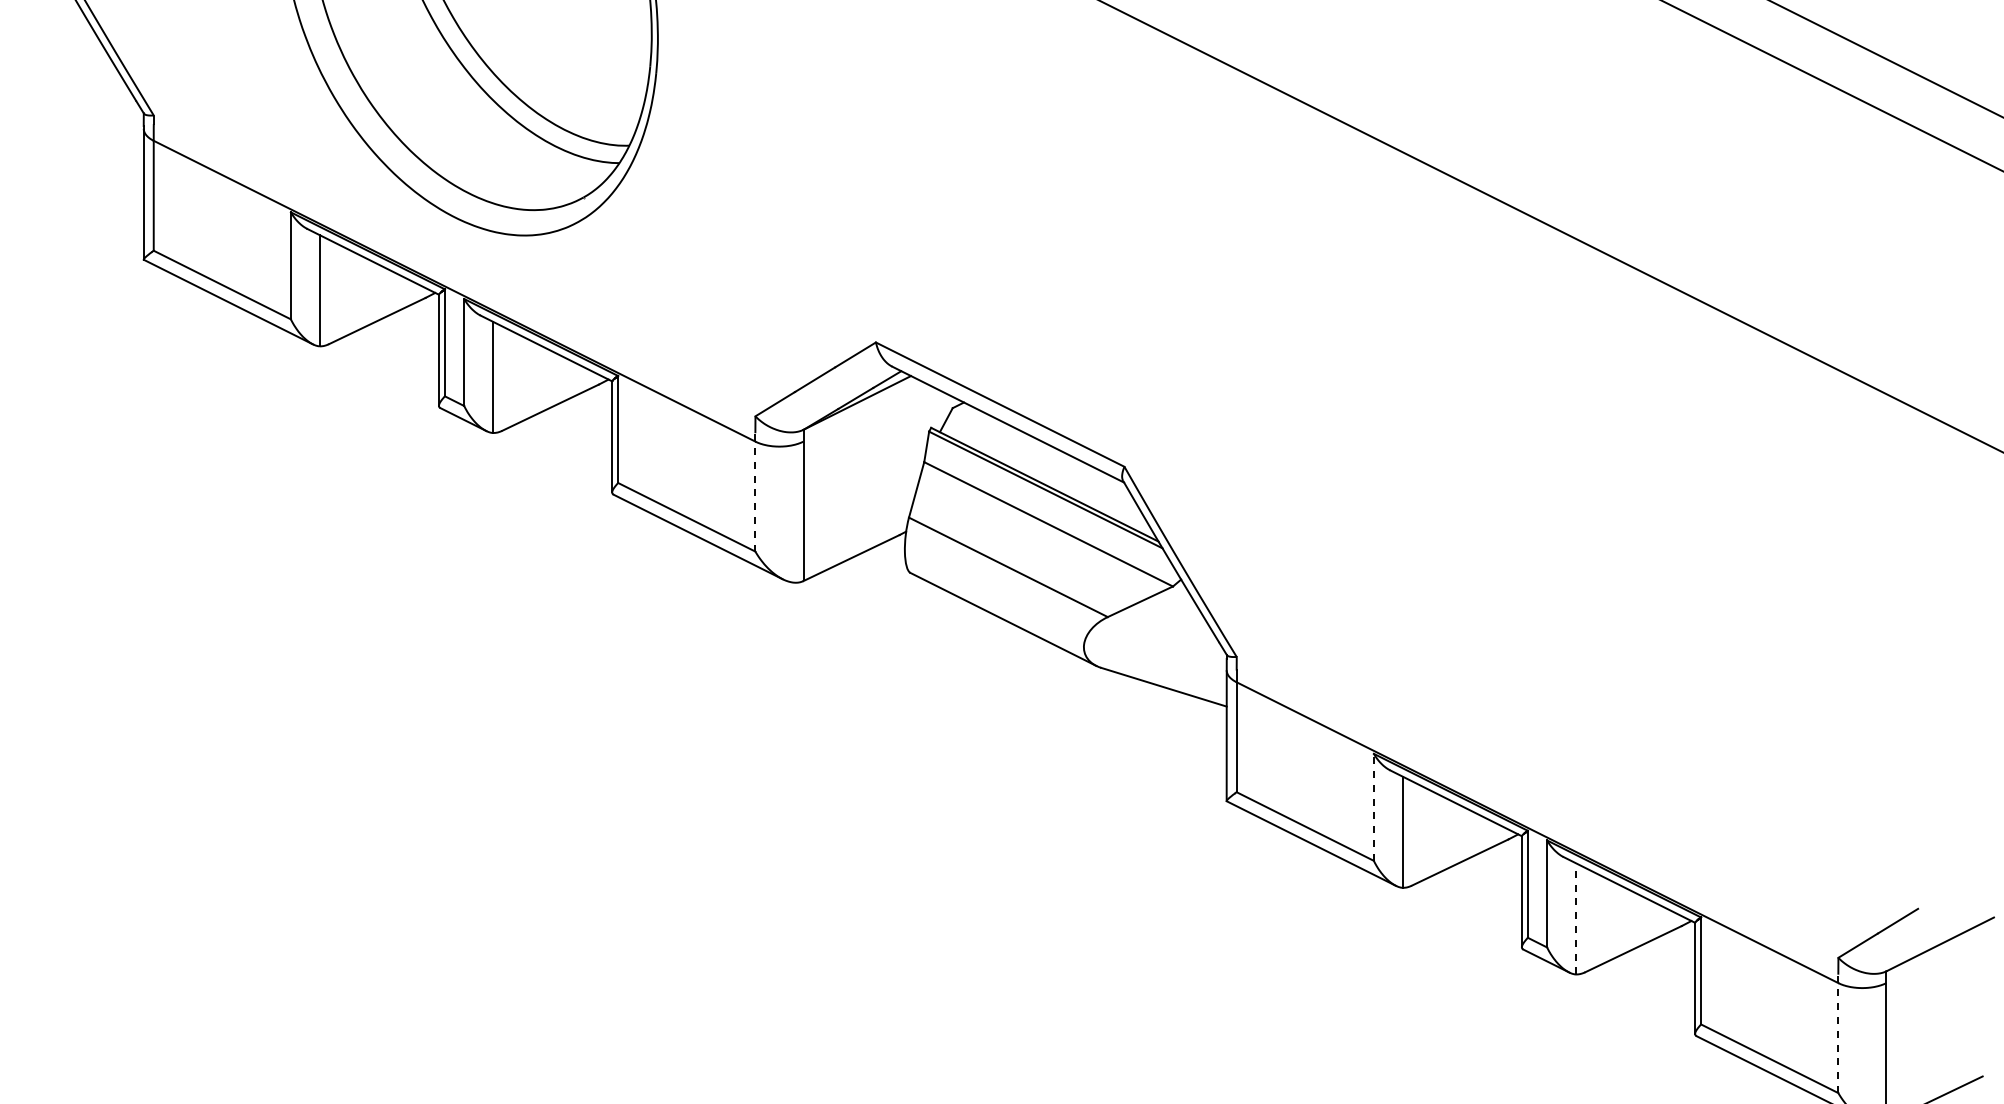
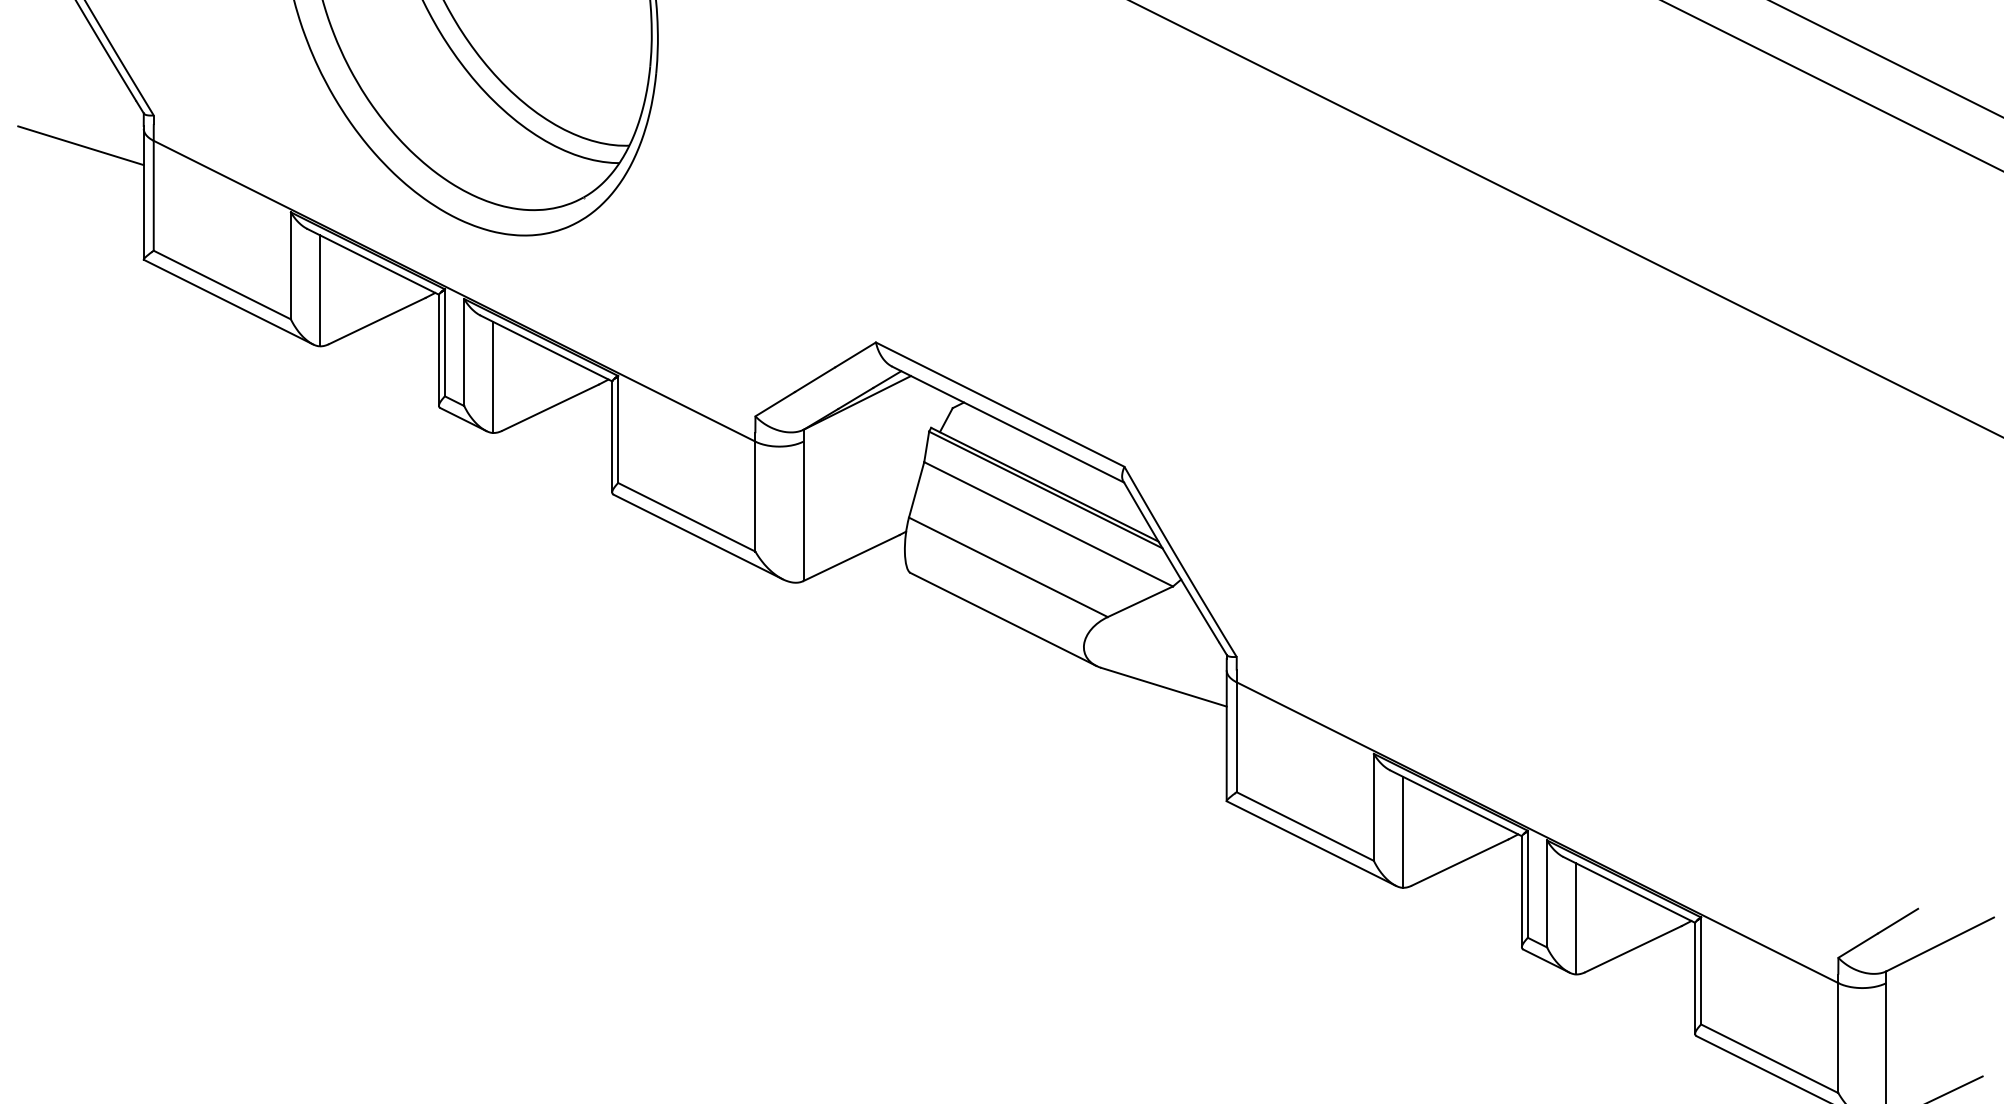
line at (80, 145): none -> present
line at (1551, 226) position: (1551, 226) -> (1566, 219)
line at (755, 491): dashed -> solid
line at (1373, 807): dashed -> solid
line at (1576, 918): dashed -> solid
line at (1838, 1033): dashed -> solid
